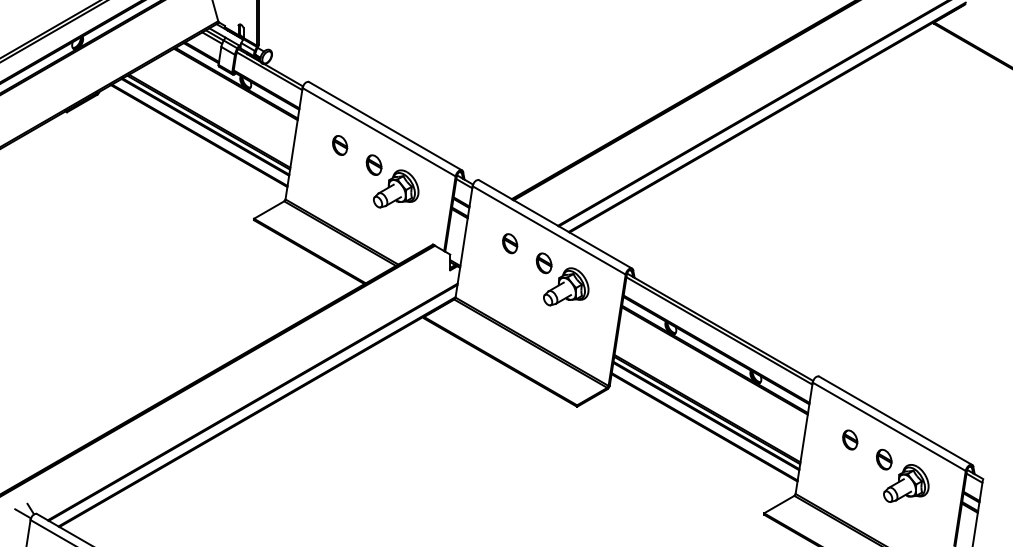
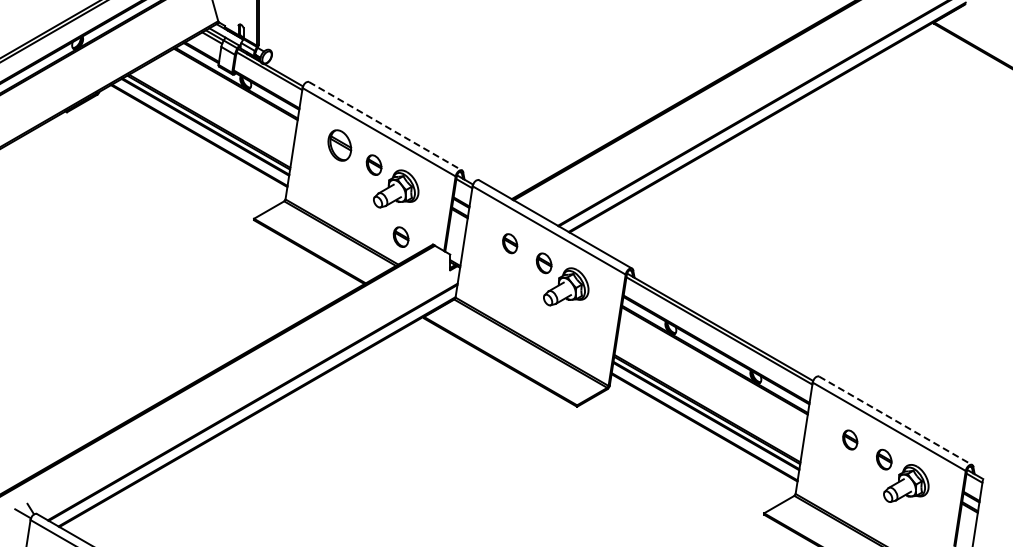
line at (386, 126): solid -> dashed
part at (340, 145) size: 17x21 px -> 26x33 px
part at (400, 236): none -> present
line at (896, 421): solid -> dashed
